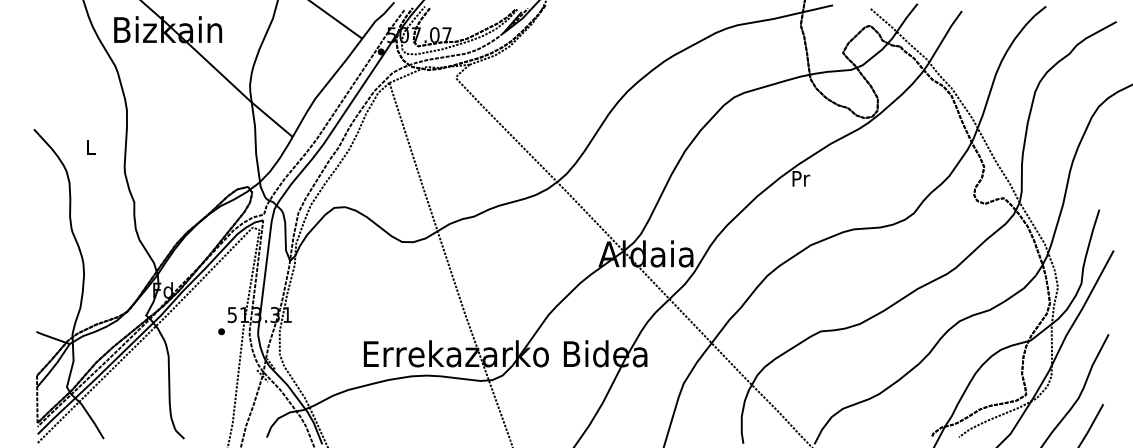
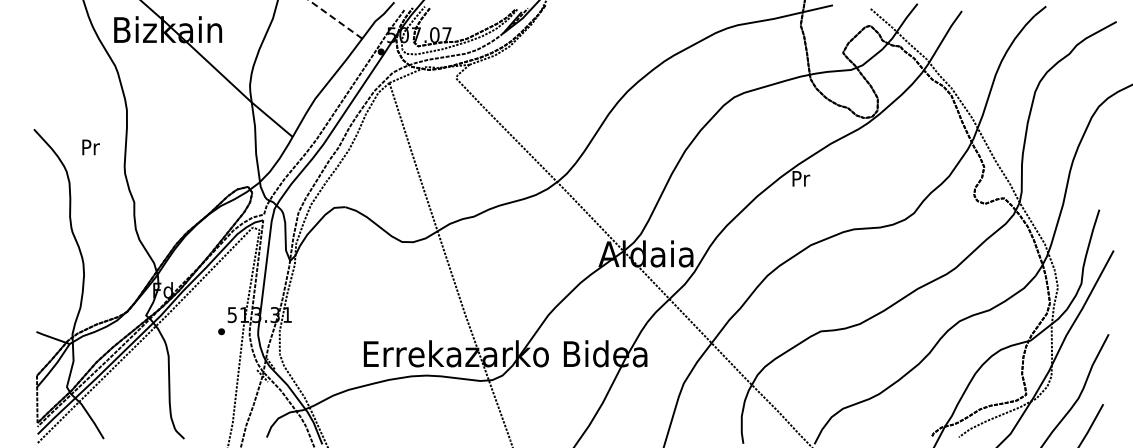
line at (335, 19): solid -> dashed
text at (90, 147): L -> Pr
